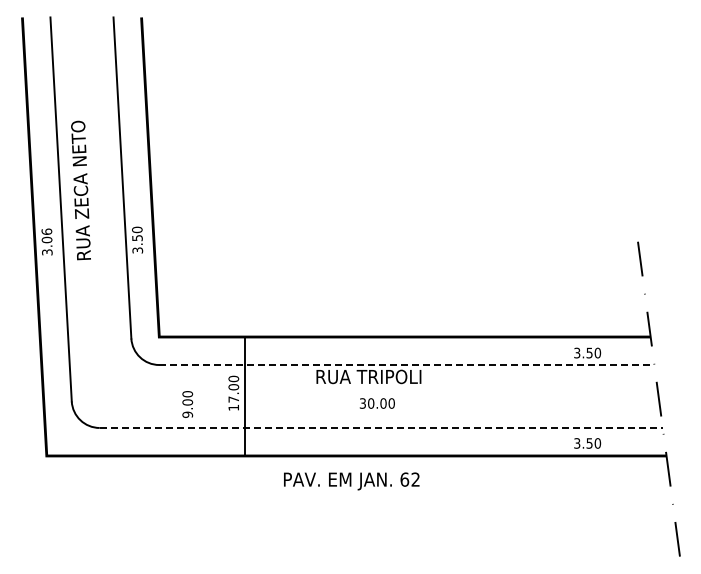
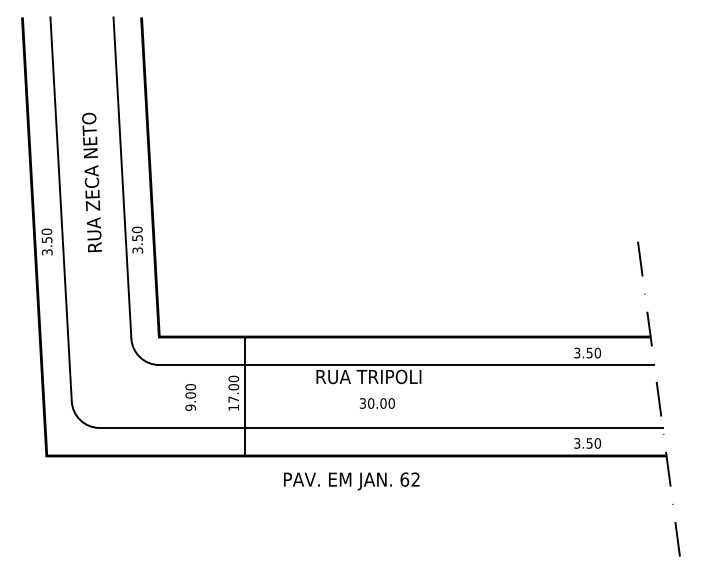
text at (80, 190) position: (80, 190) -> (91, 182)
text at (46, 235): 3.06 -> 3.50
line at (406, 365): dashed -> solid
text at (187, 404) position: (187, 404) -> (190, 397)
line at (381, 427): dashed -> solid
